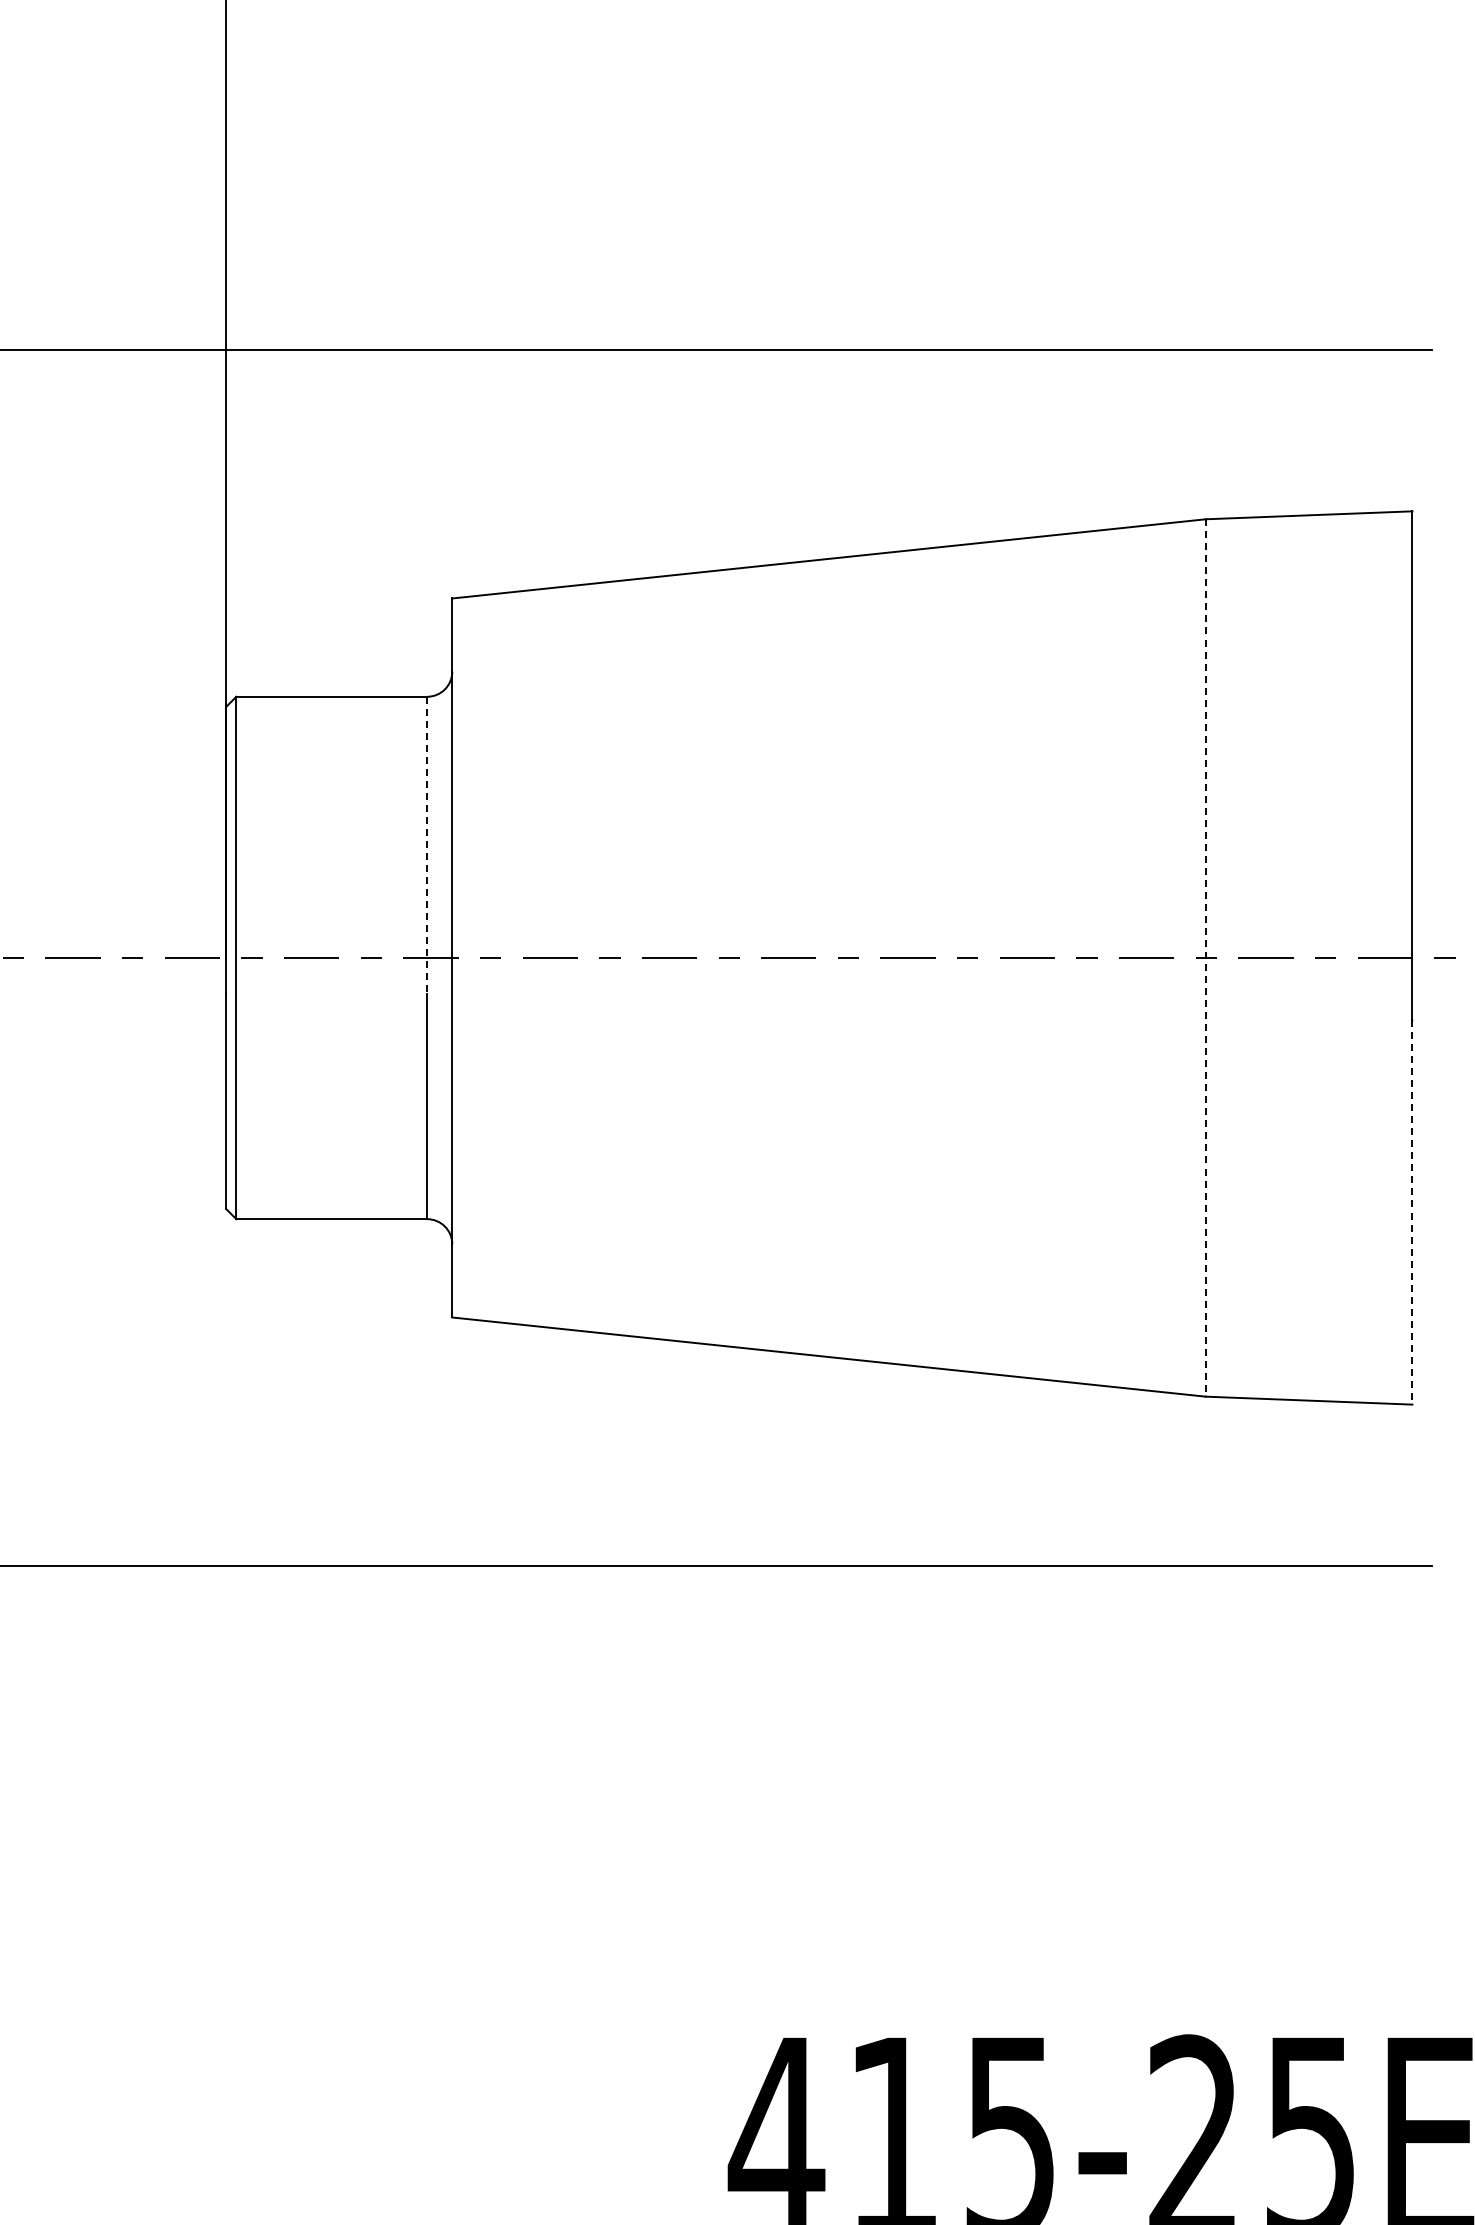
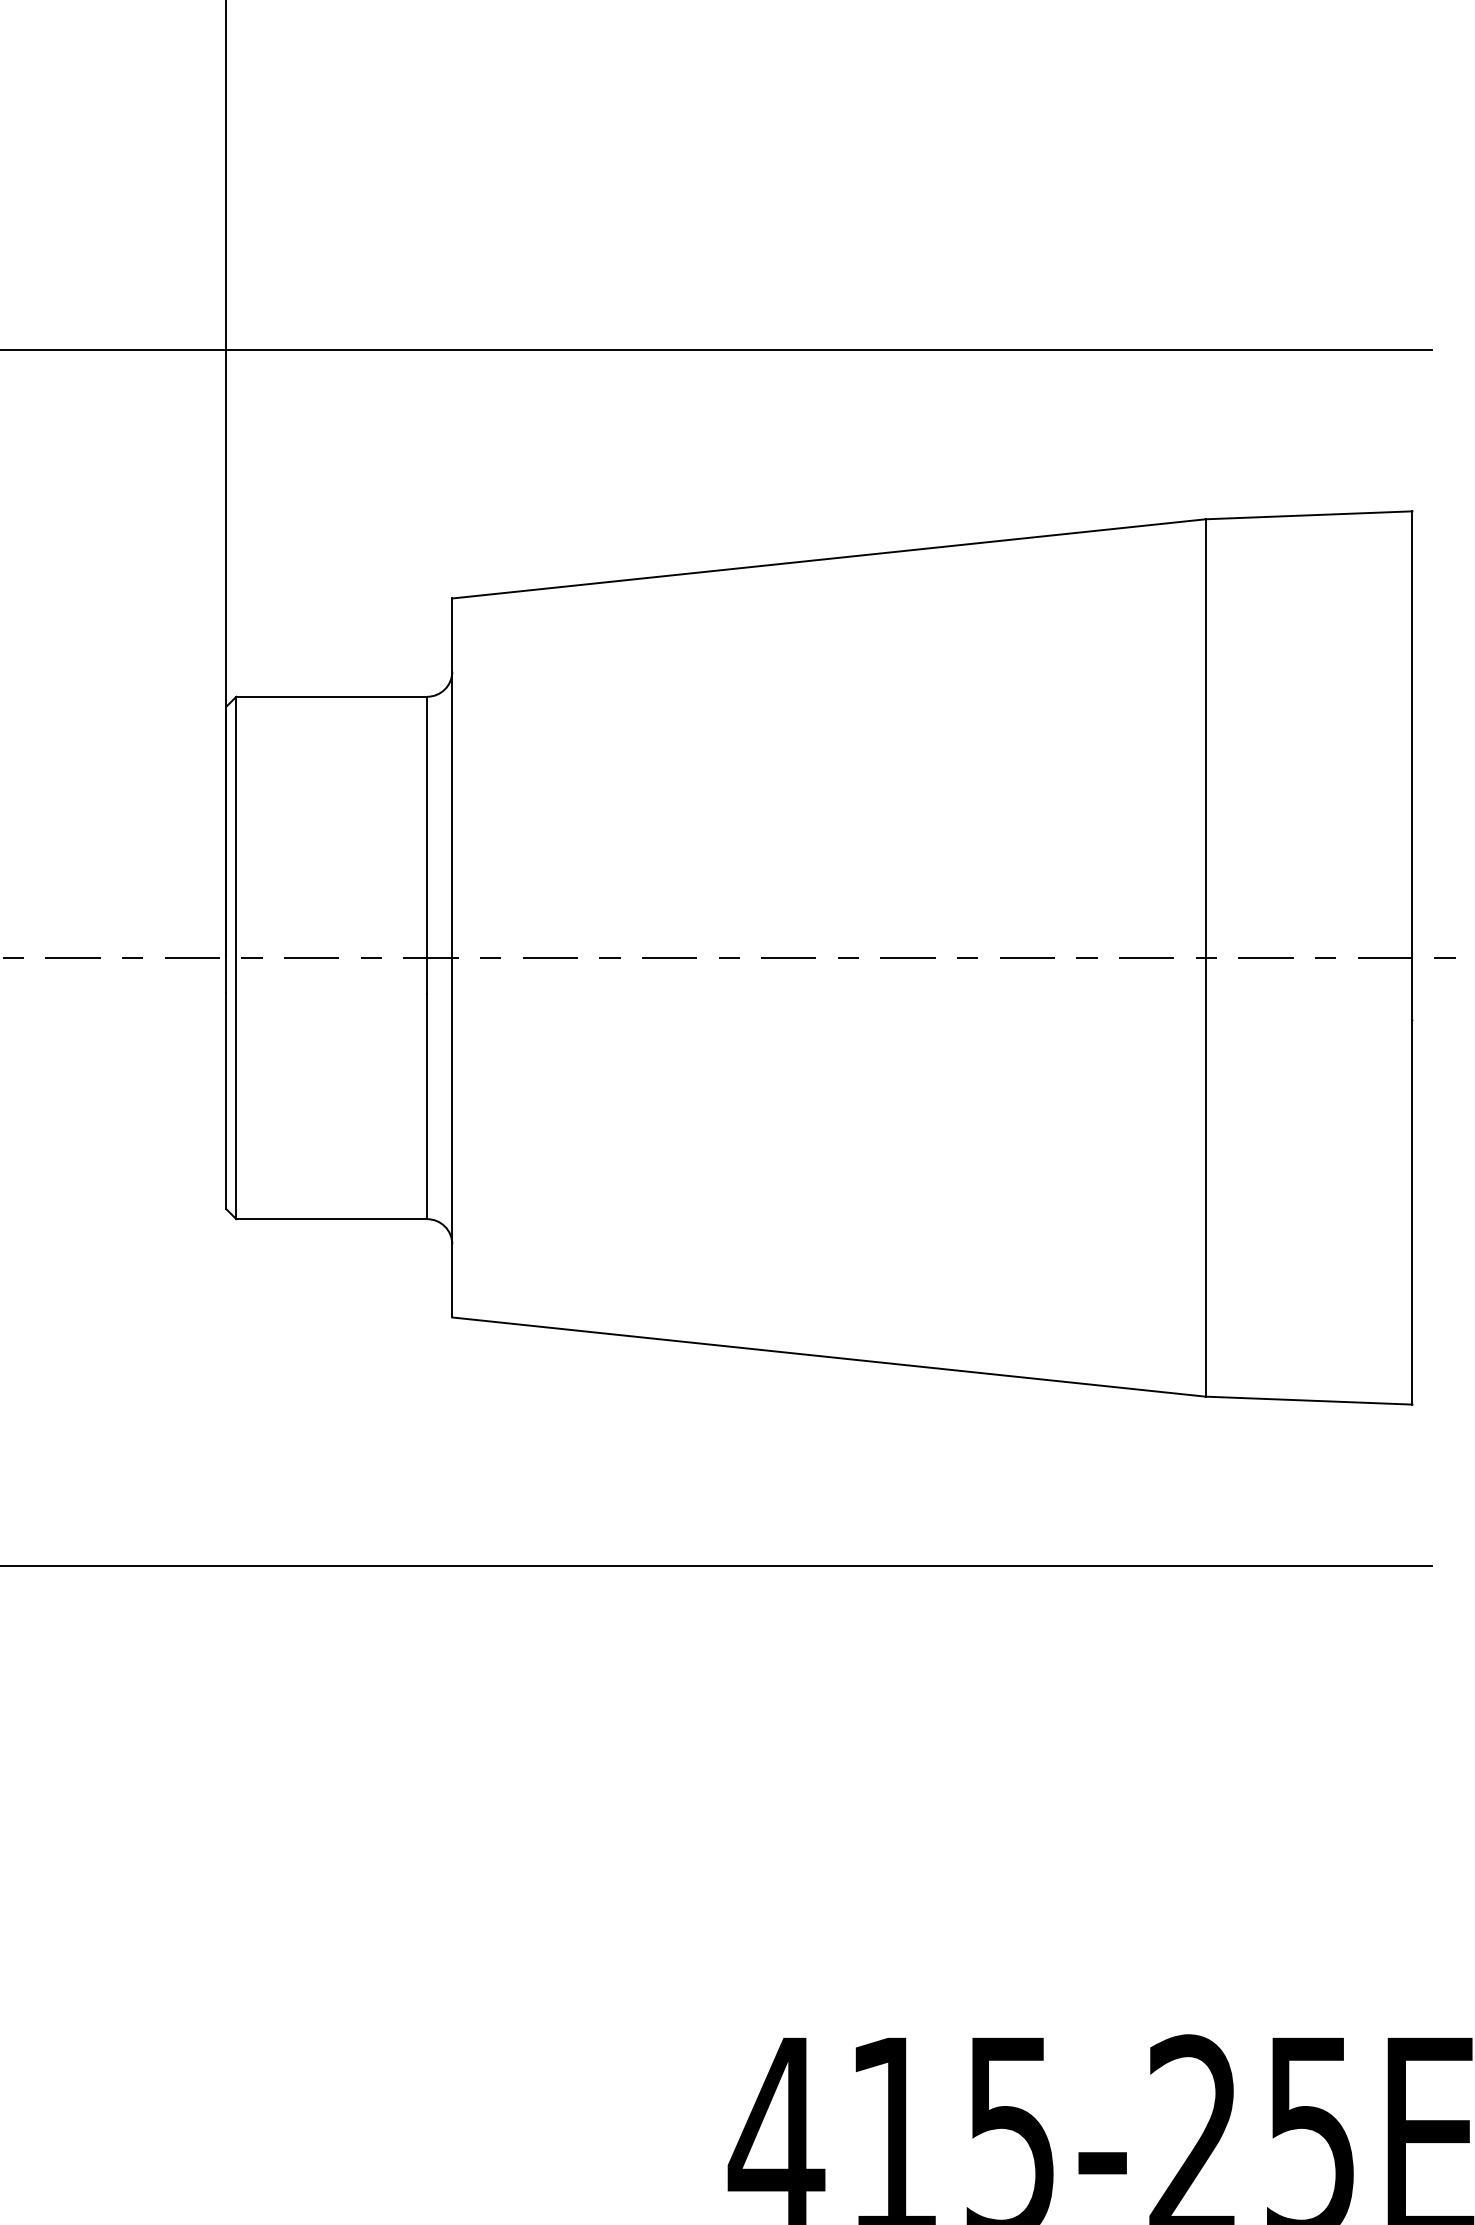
line at (427, 845): dashed -> solid
line at (1205, 957): dashed -> solid
line at (1412, 1212): dashed -> solid
